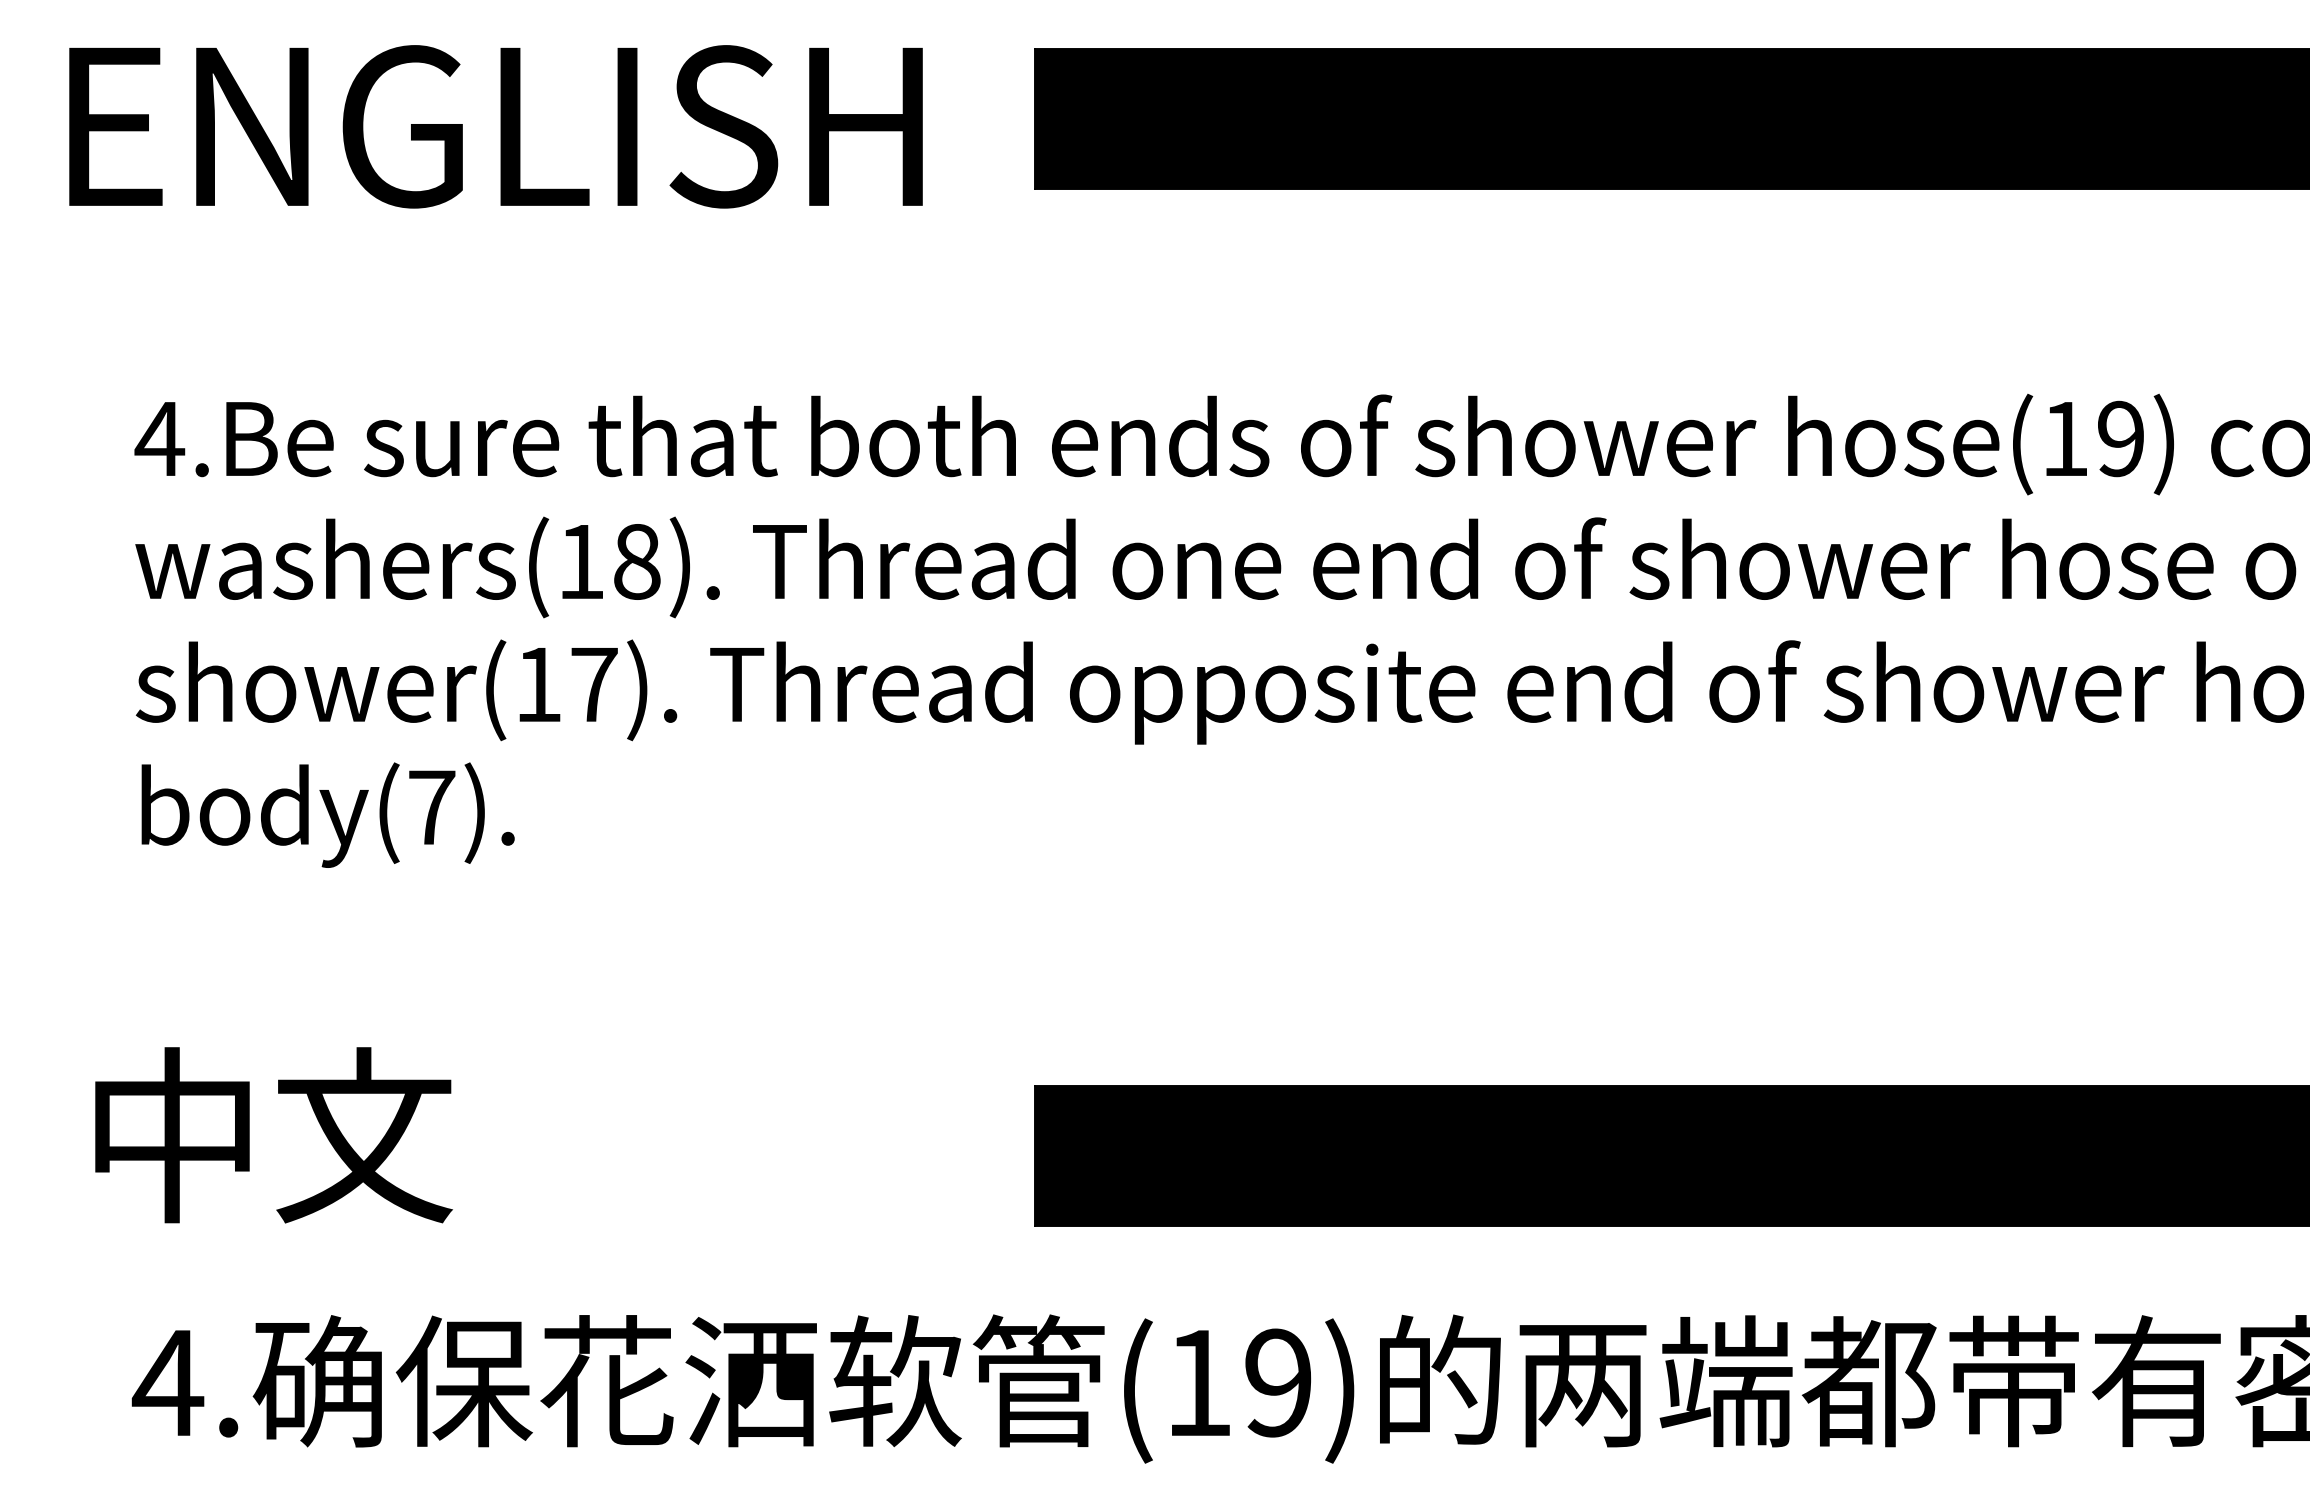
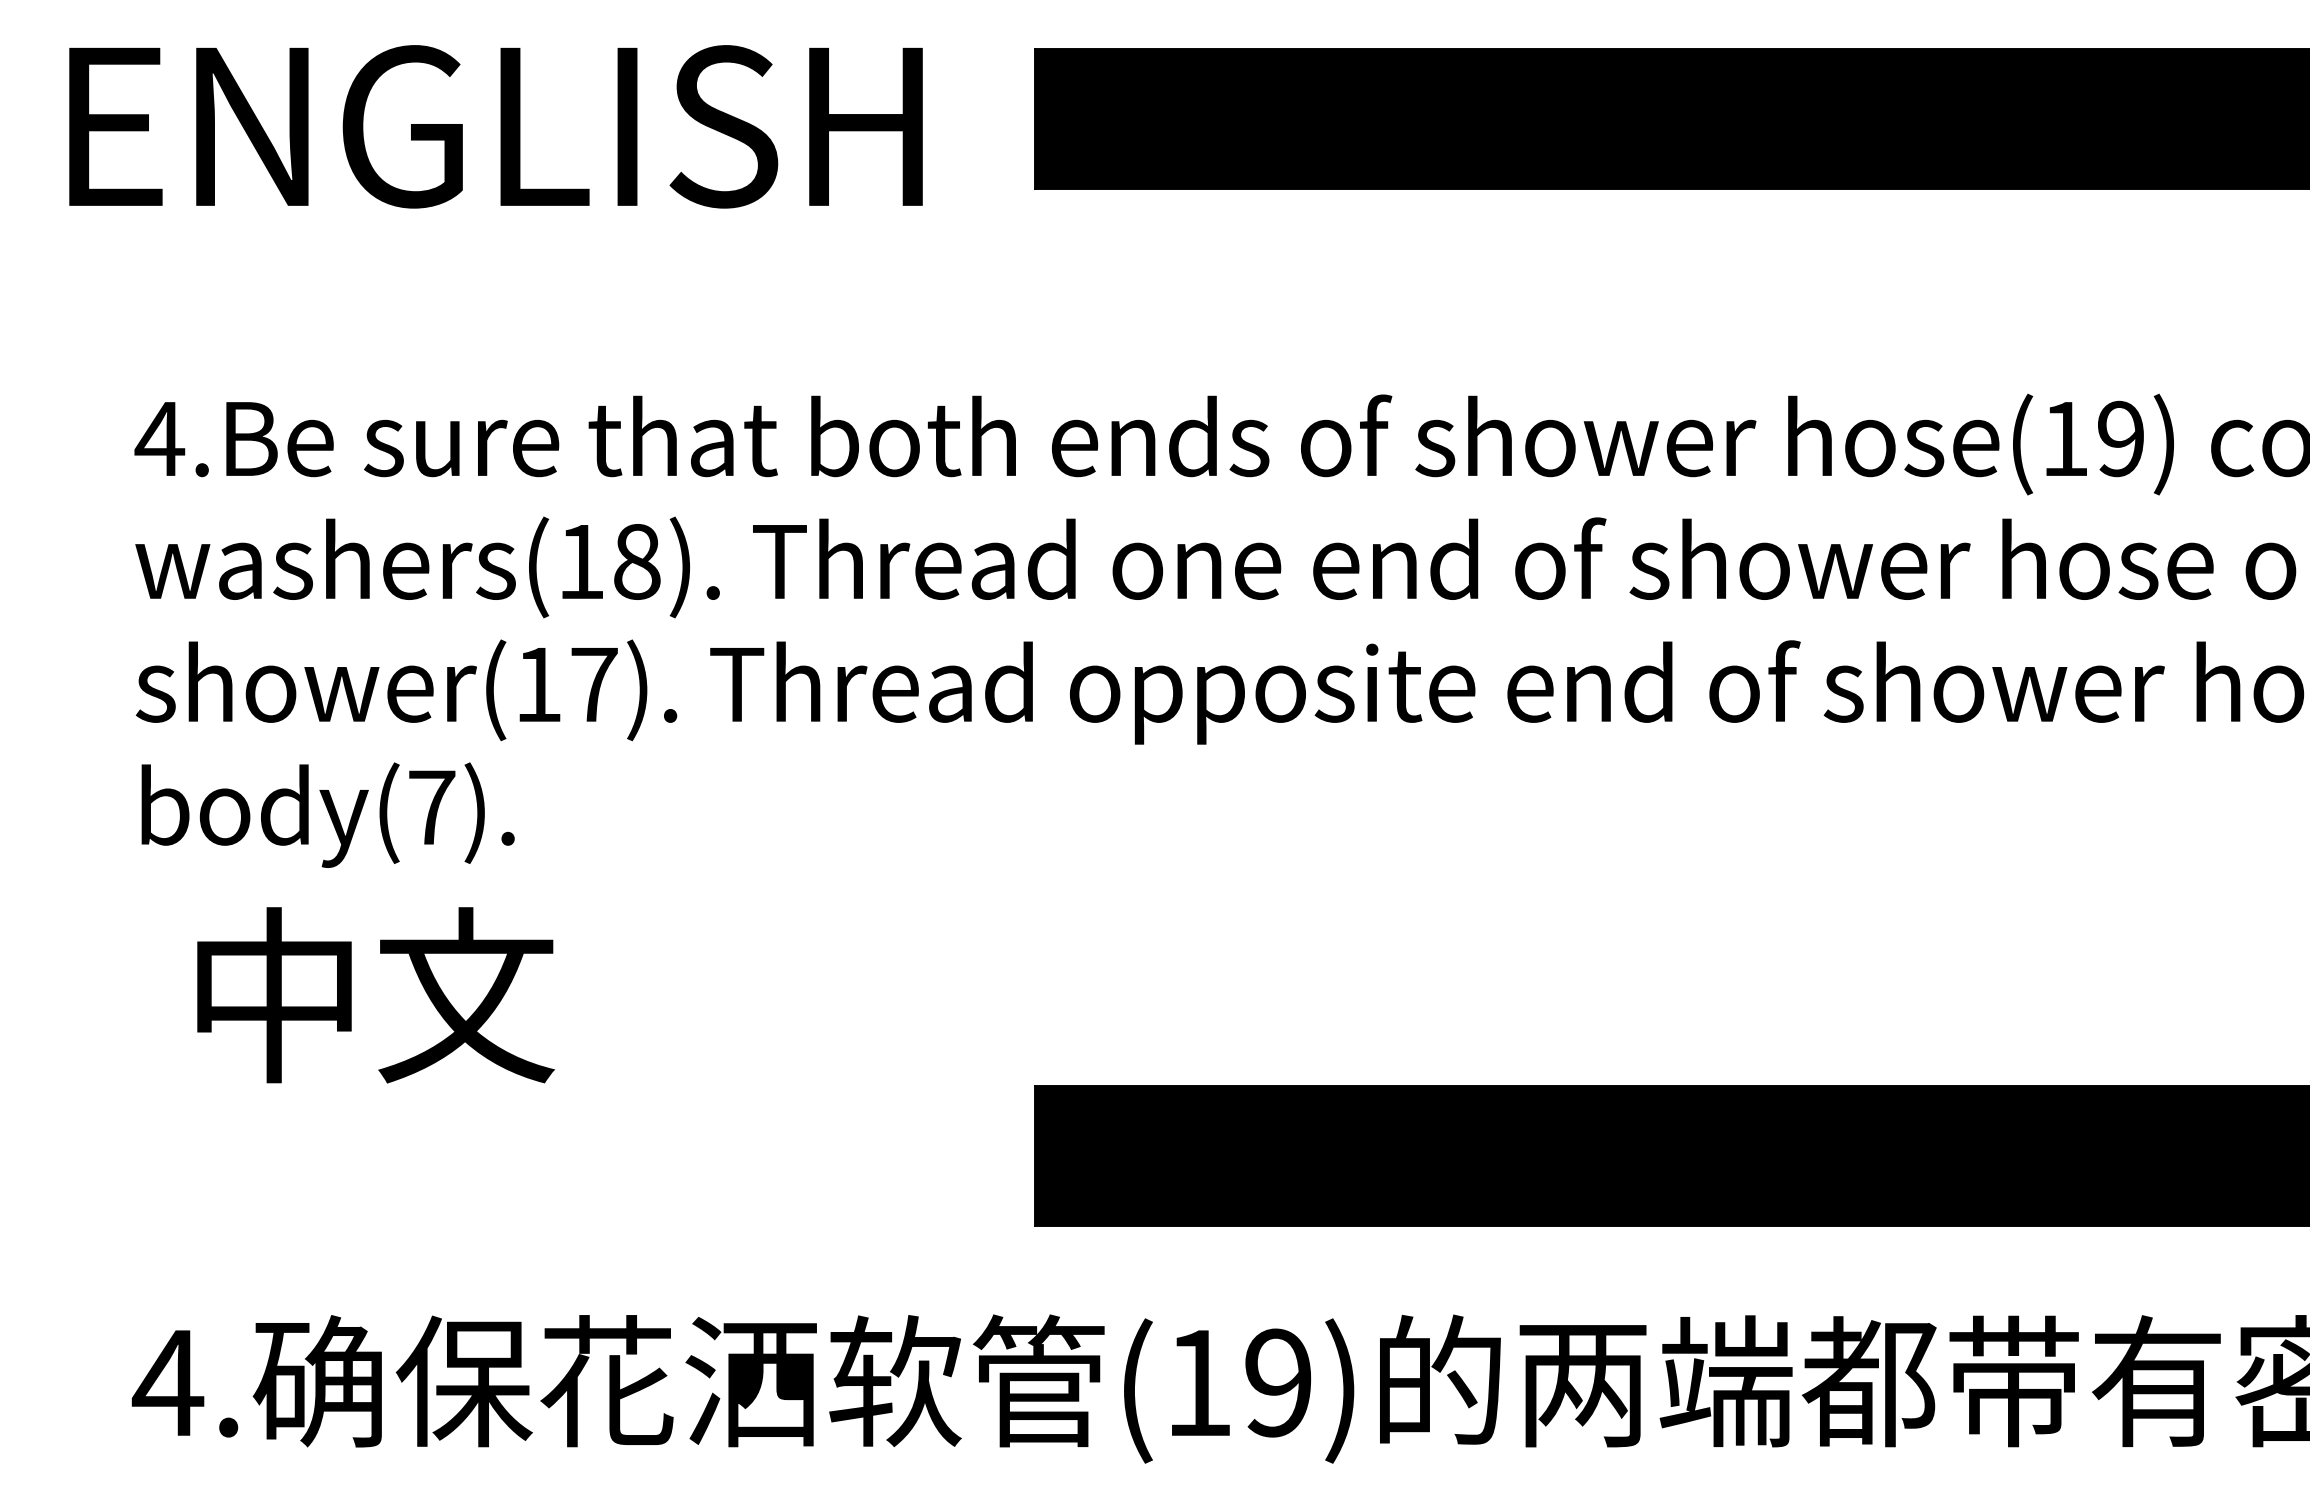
text at (273, 1135) position: (273, 1135) -> (375, 995)
